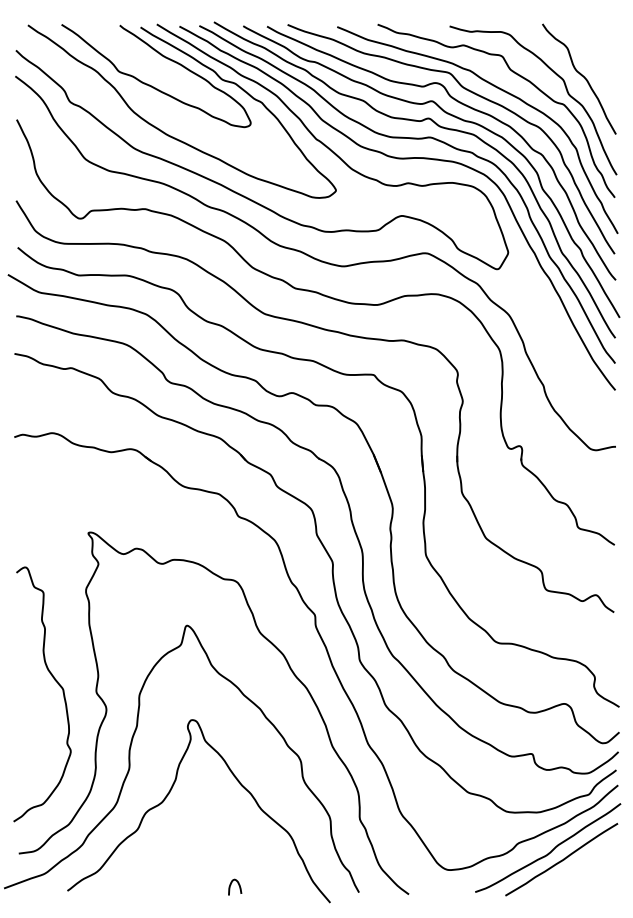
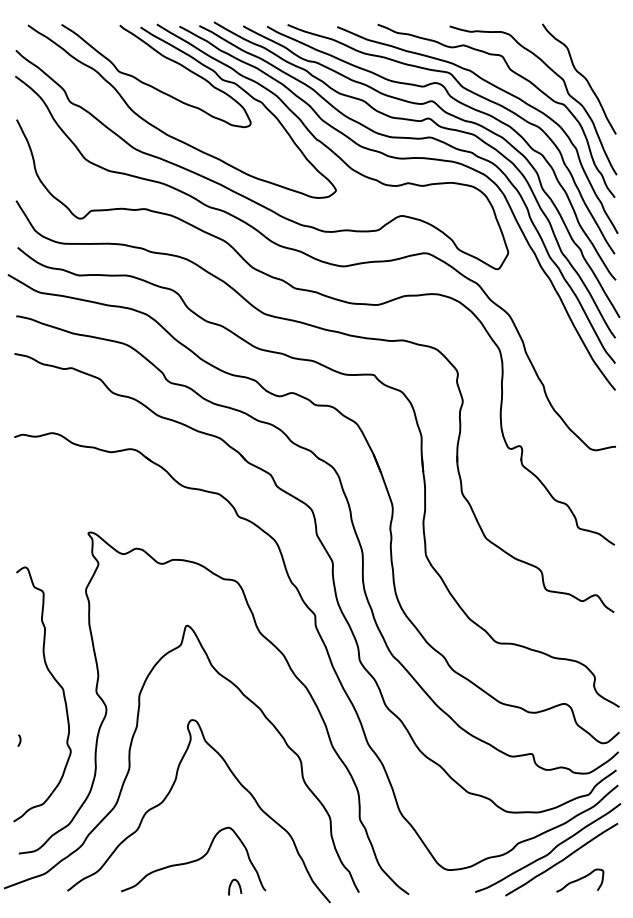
curve at (19, 740): none -> present
curve at (193, 860): none -> present
curve at (580, 879): none -> present
